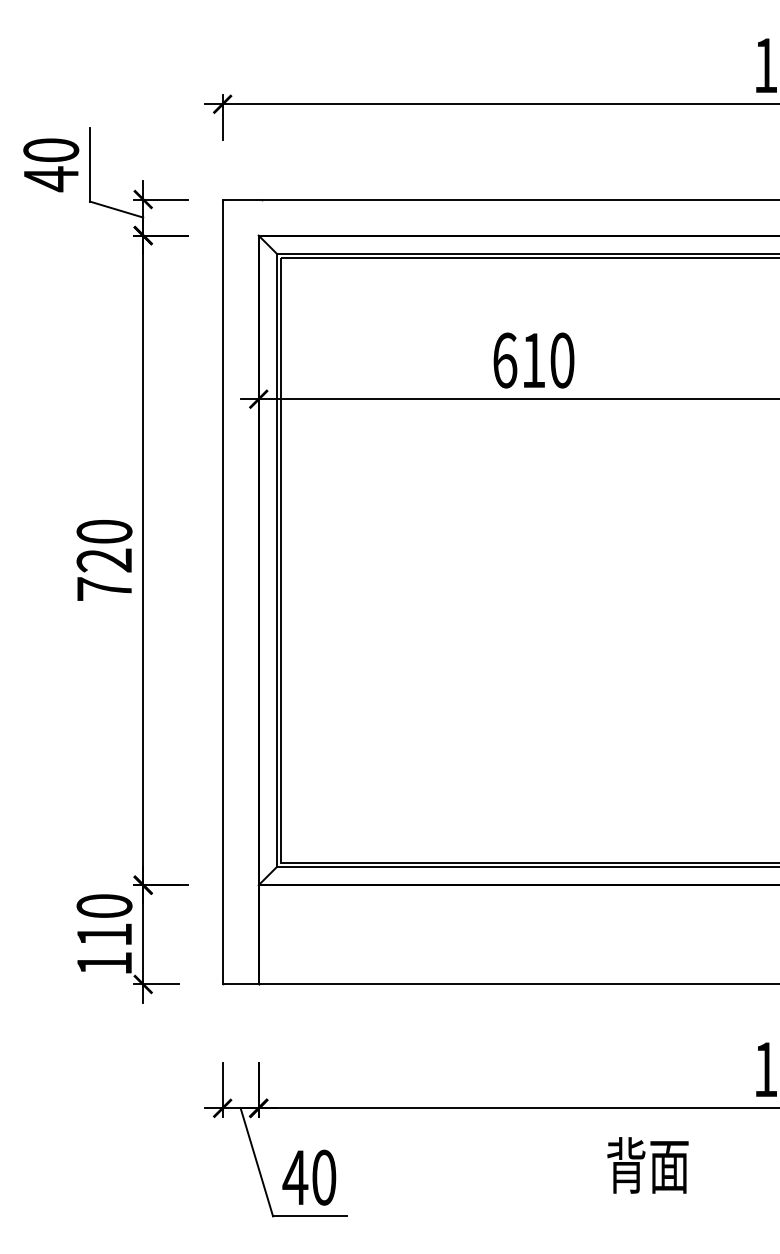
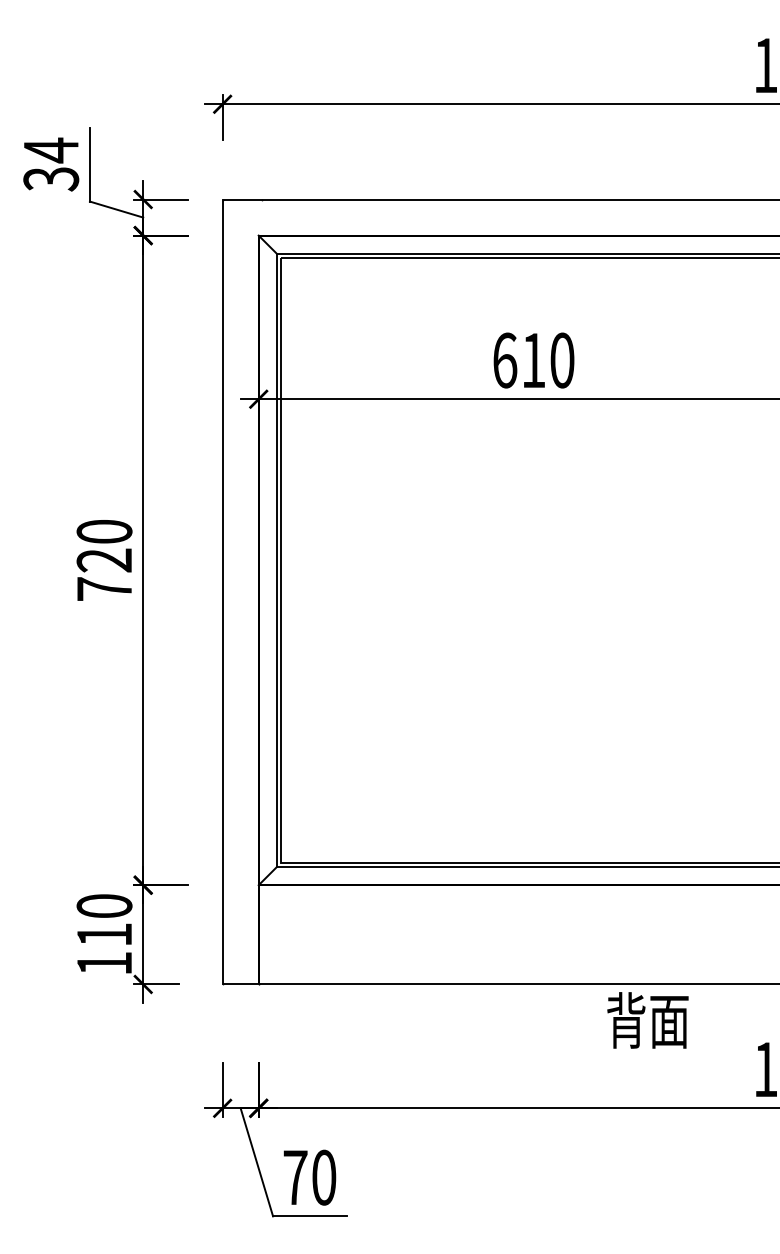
text at (51, 164): 40 -> 34
text at (647, 1165) position: (647, 1165) -> (647, 1020)
text at (295, 1177): 40 -> 70
